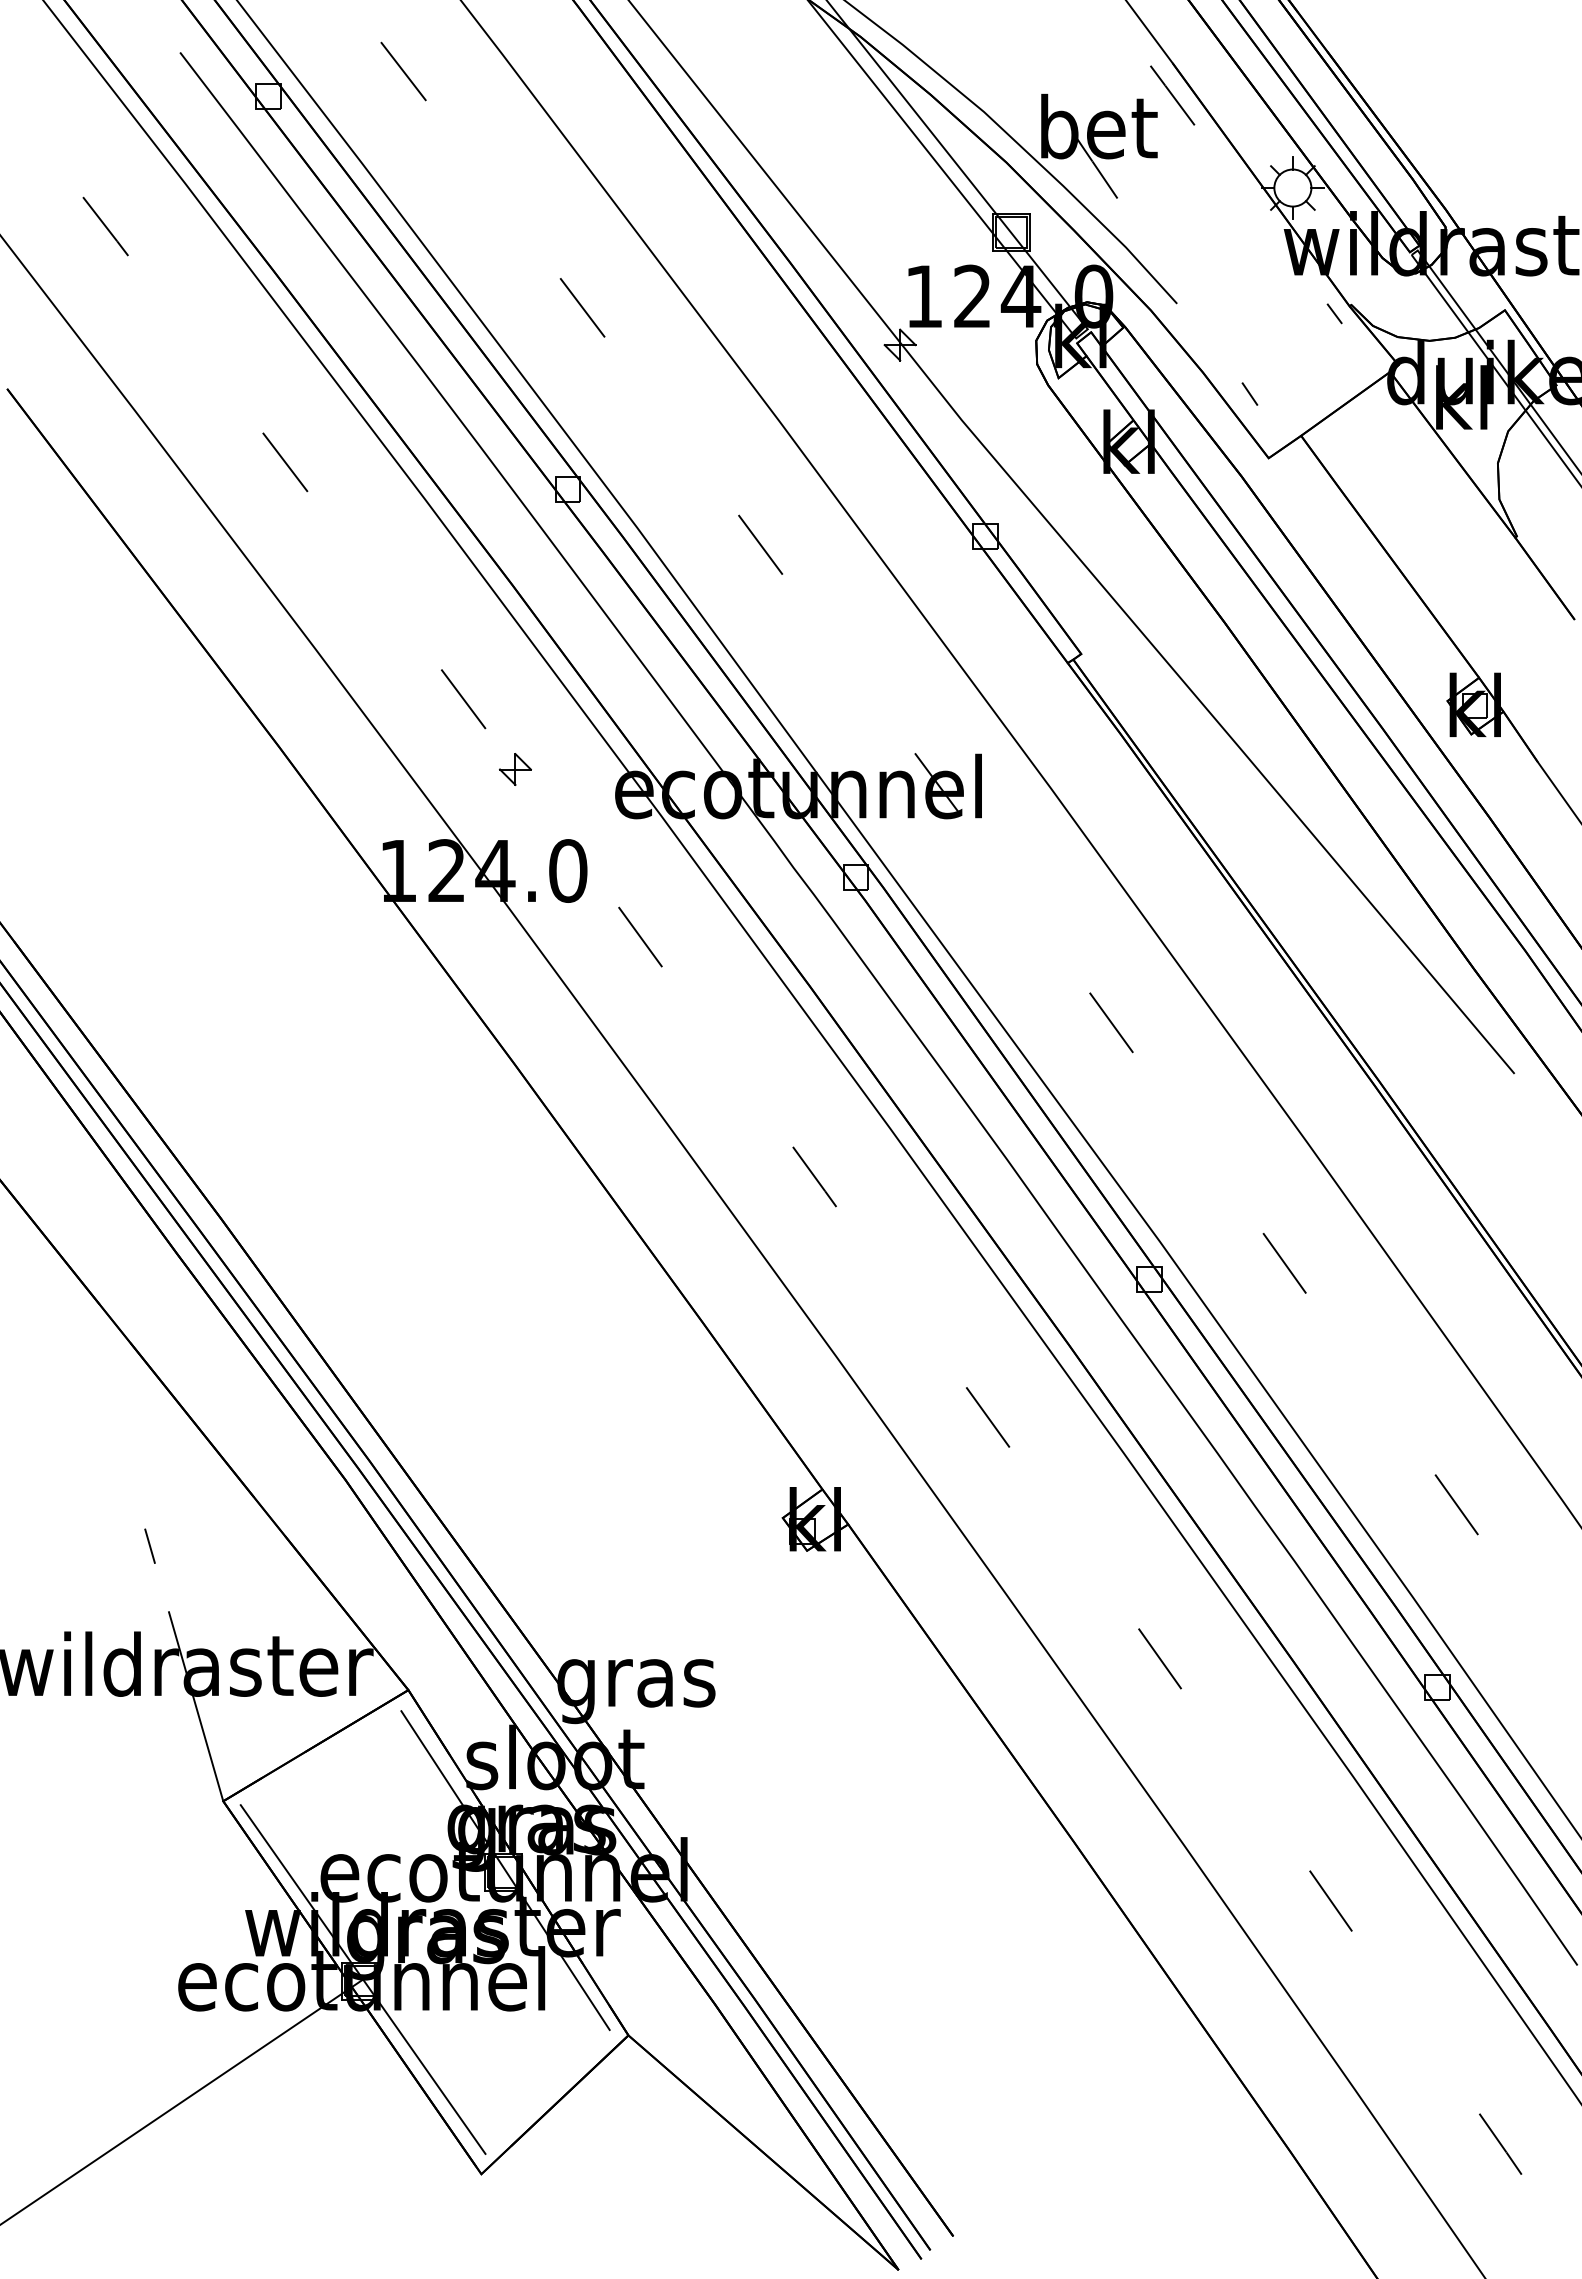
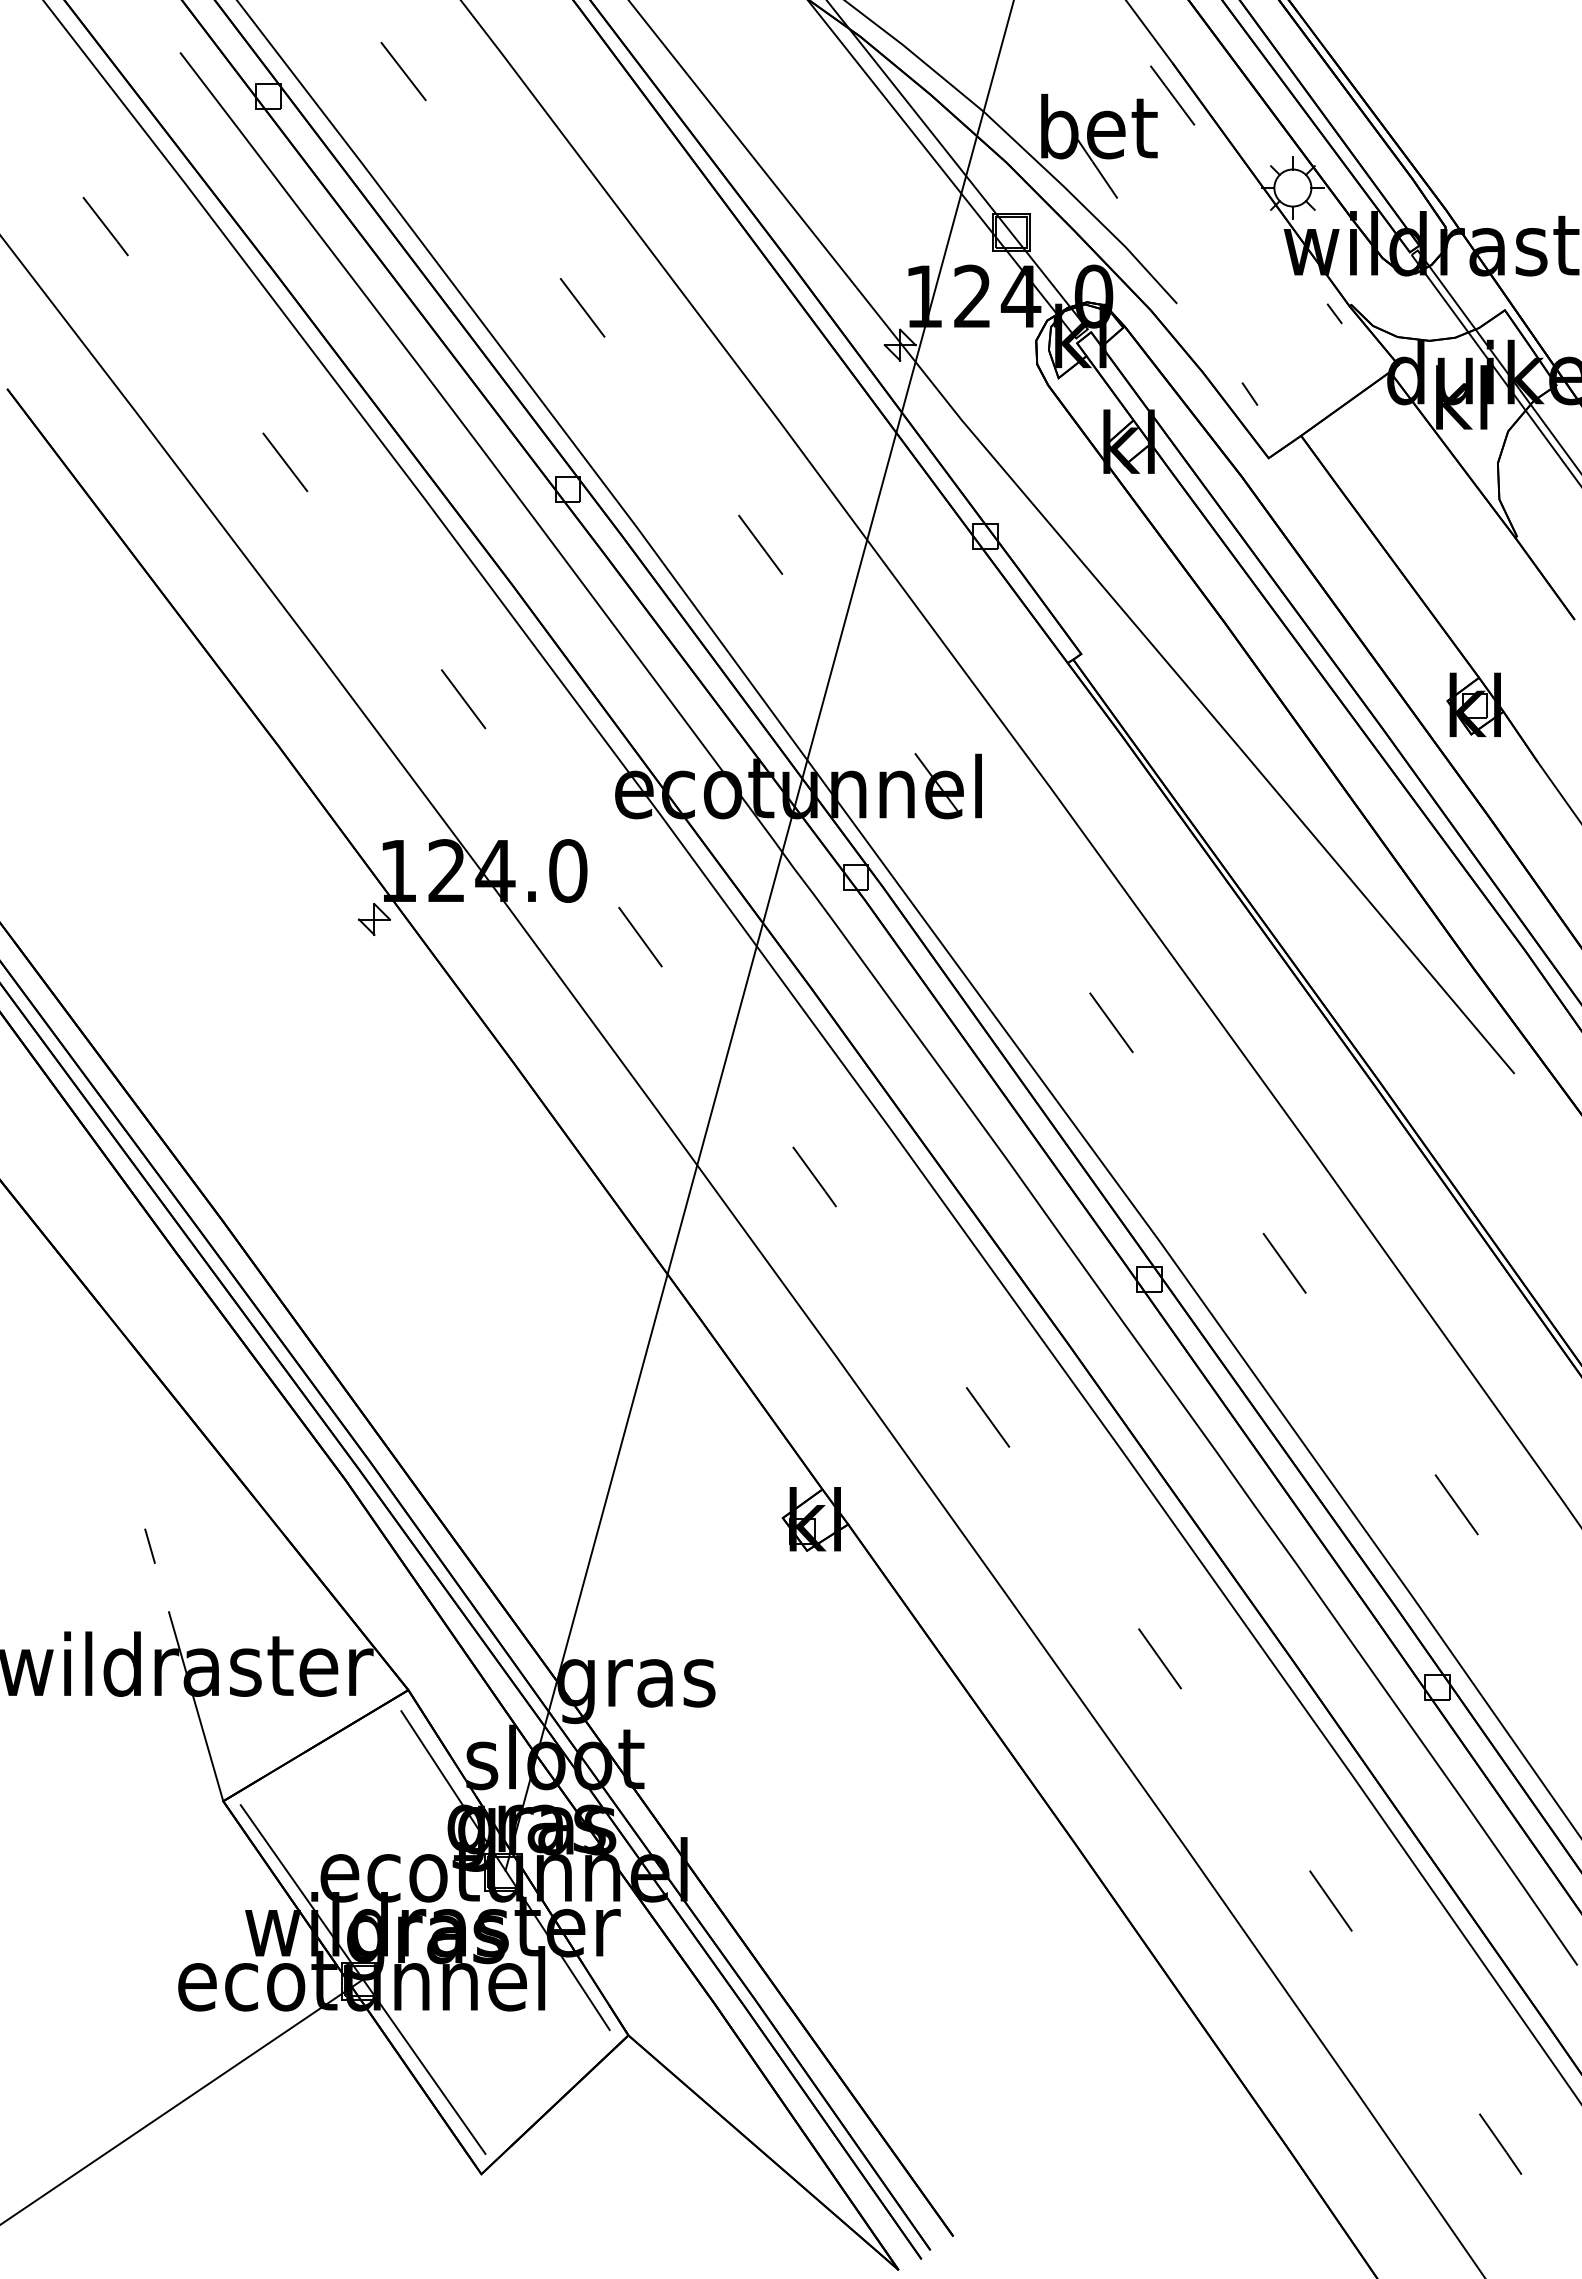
part at (515, 769) position: (515, 769) -> (374, 919)
line at (759, 936): none -> present
